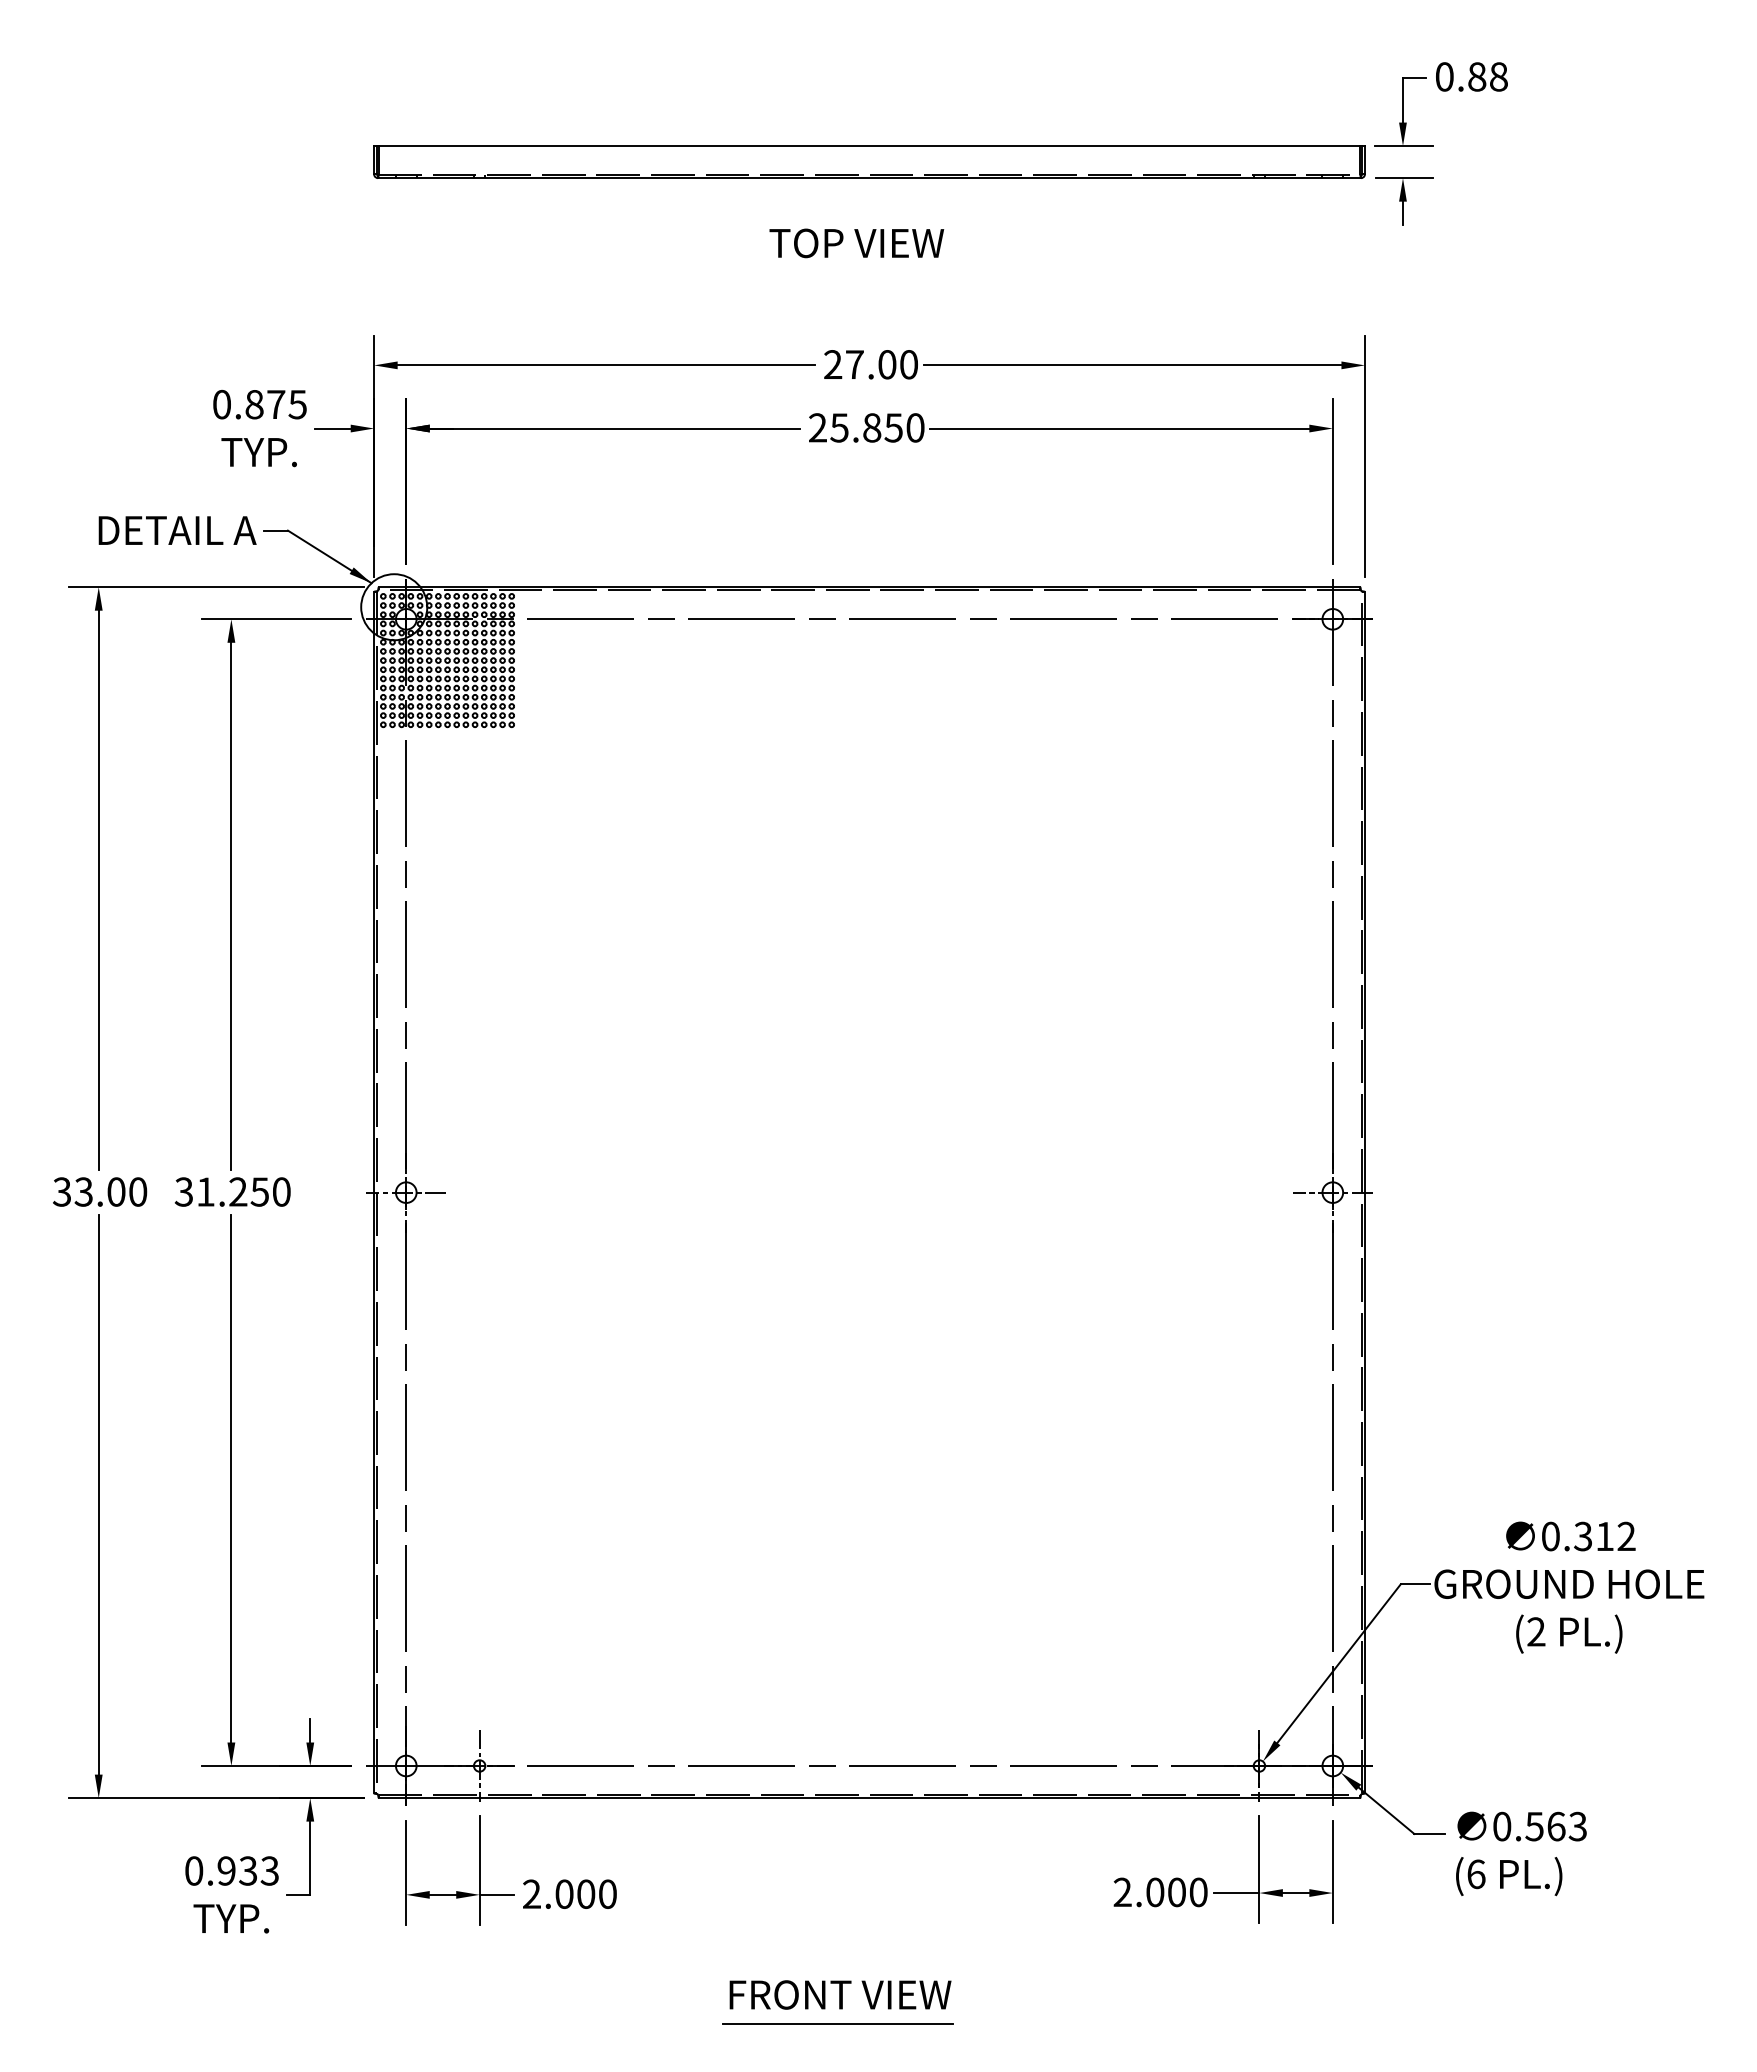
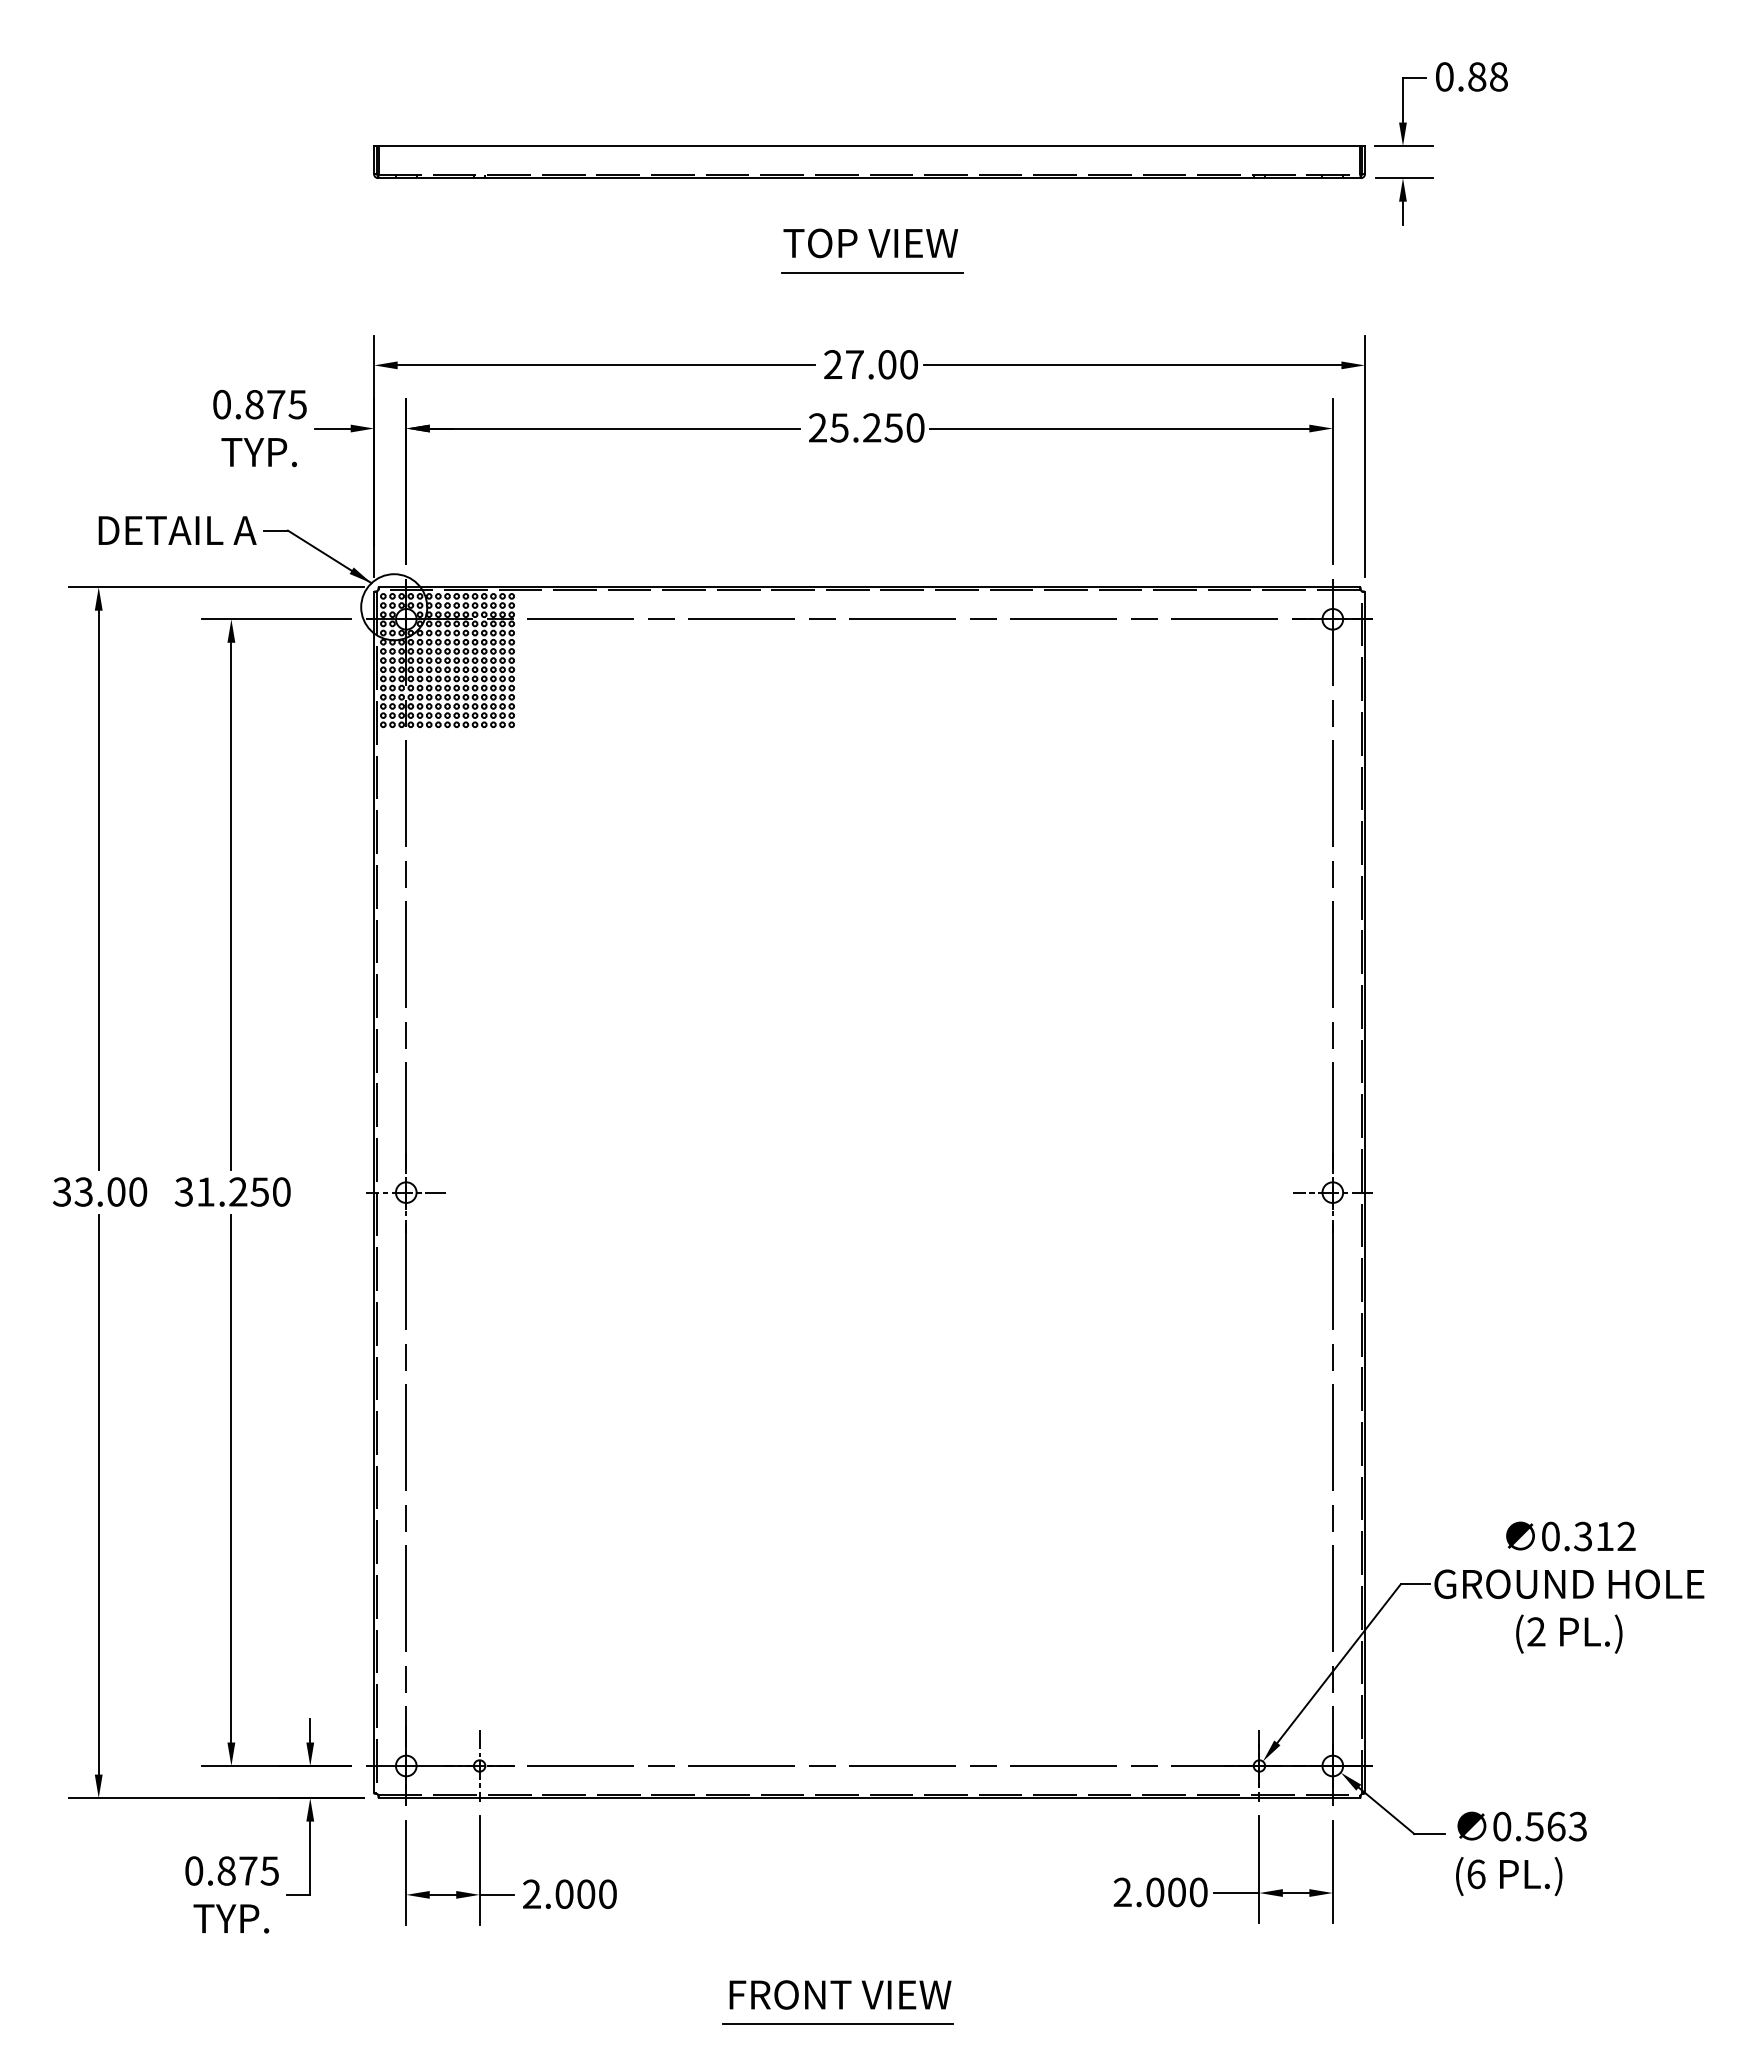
text at (856, 243) position: (856, 243) -> (870, 243)
line at (872, 272): none -> present
text at (872, 427): 25.850 -> 25.250
text at (247, 1870): 0.933 -> 0.875
